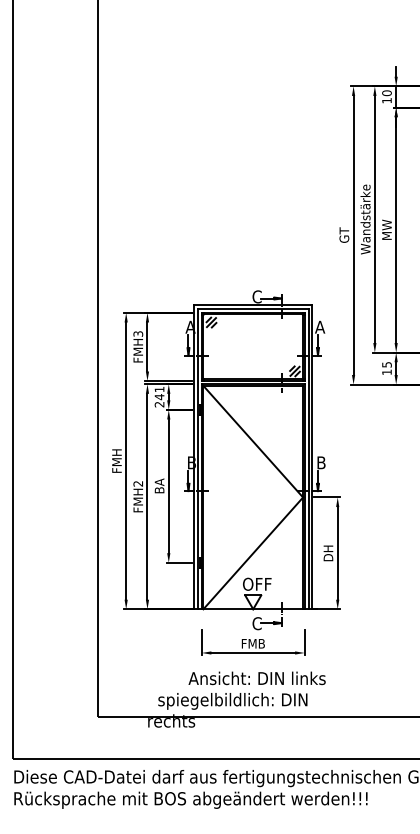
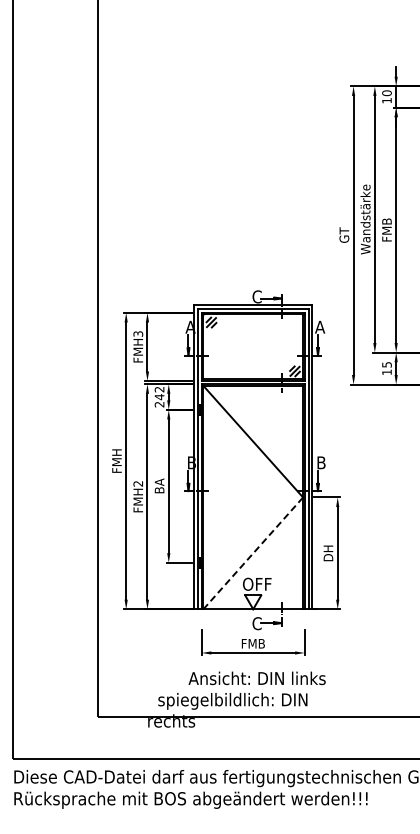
text at (386, 229): MW -> FMB
text at (159, 389): 241 -> 242
line at (253, 553): solid -> dashed
